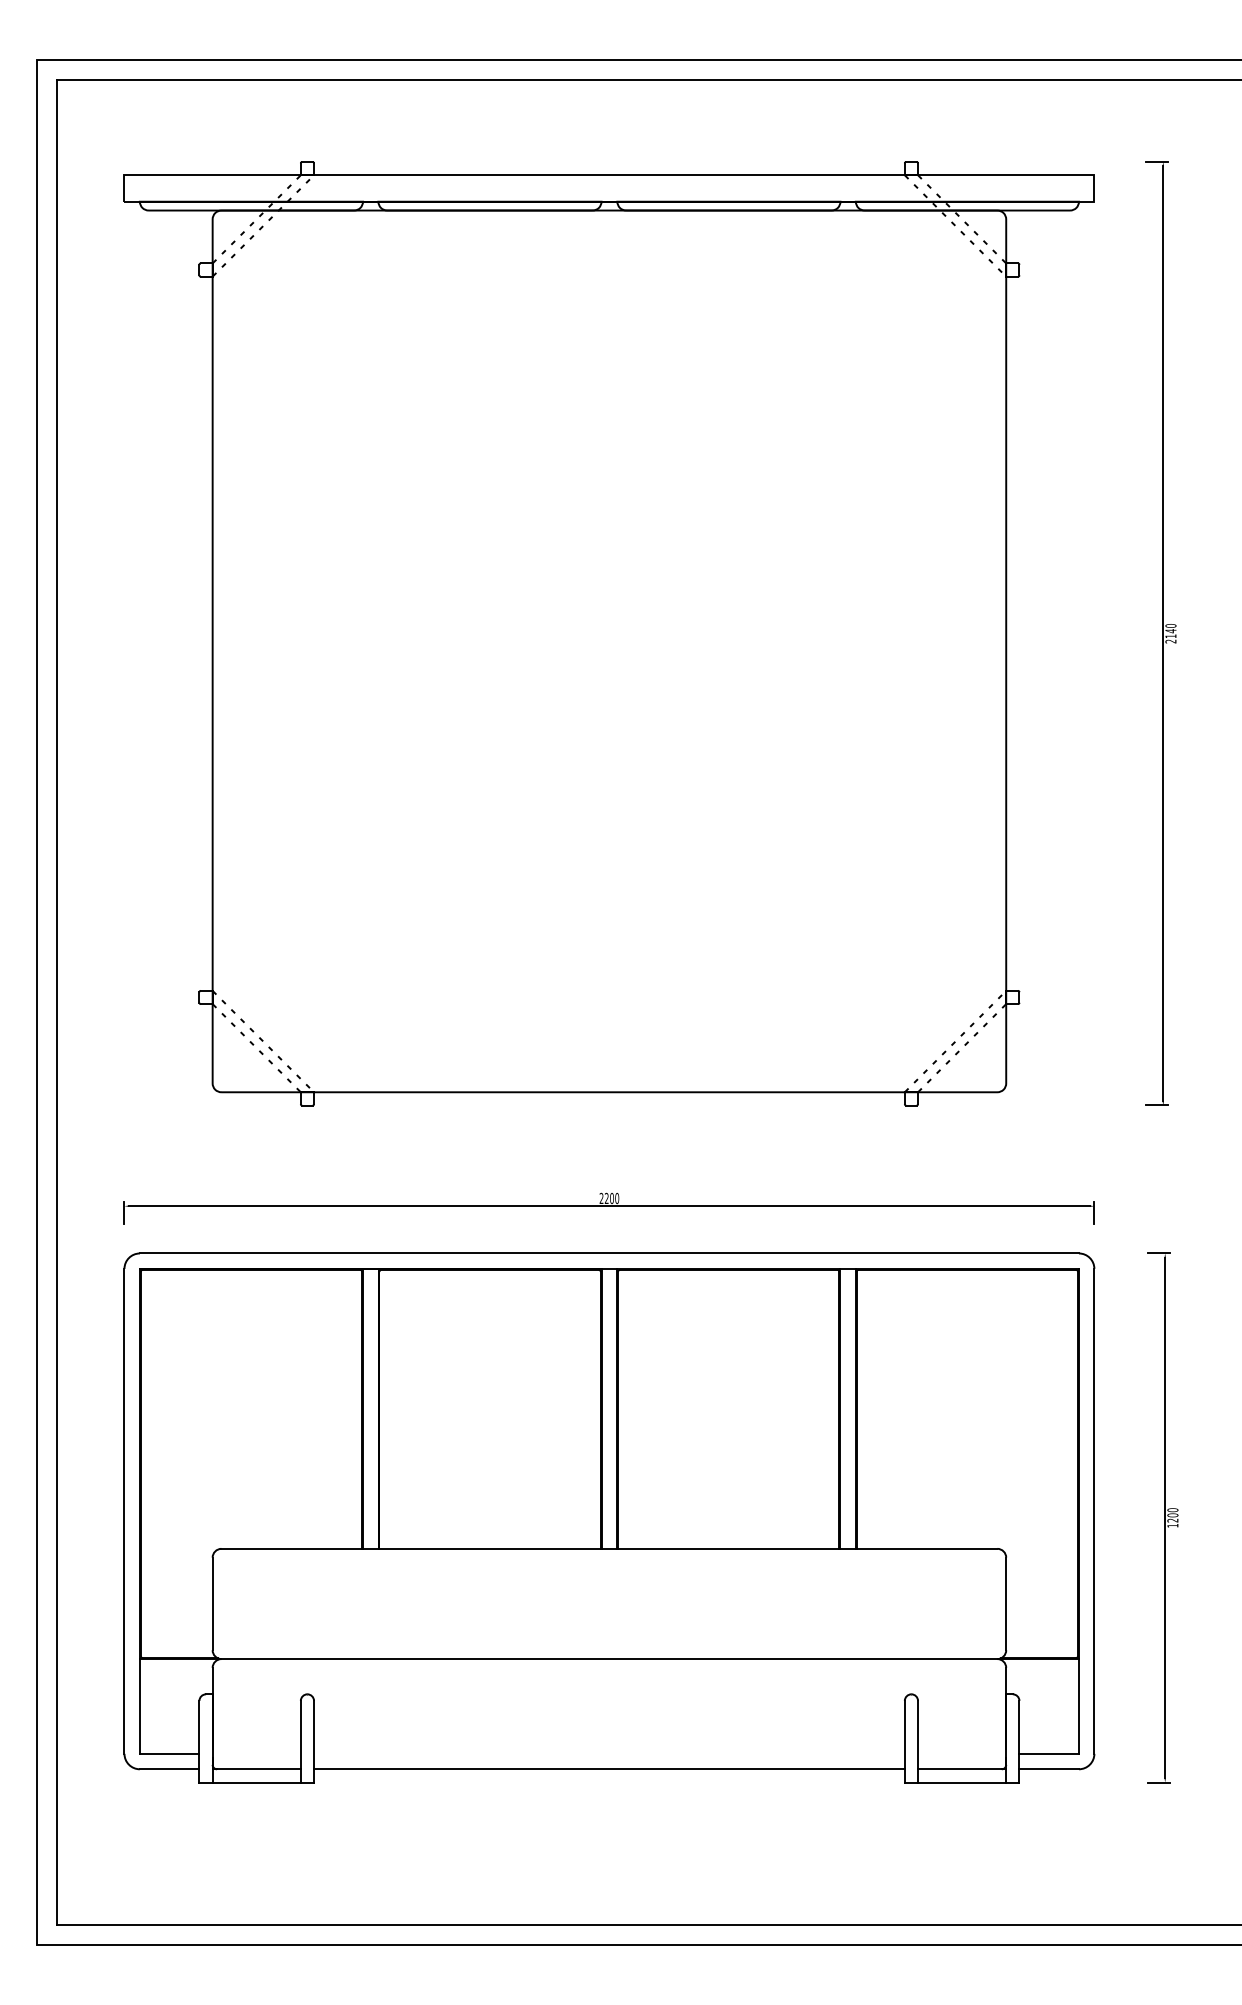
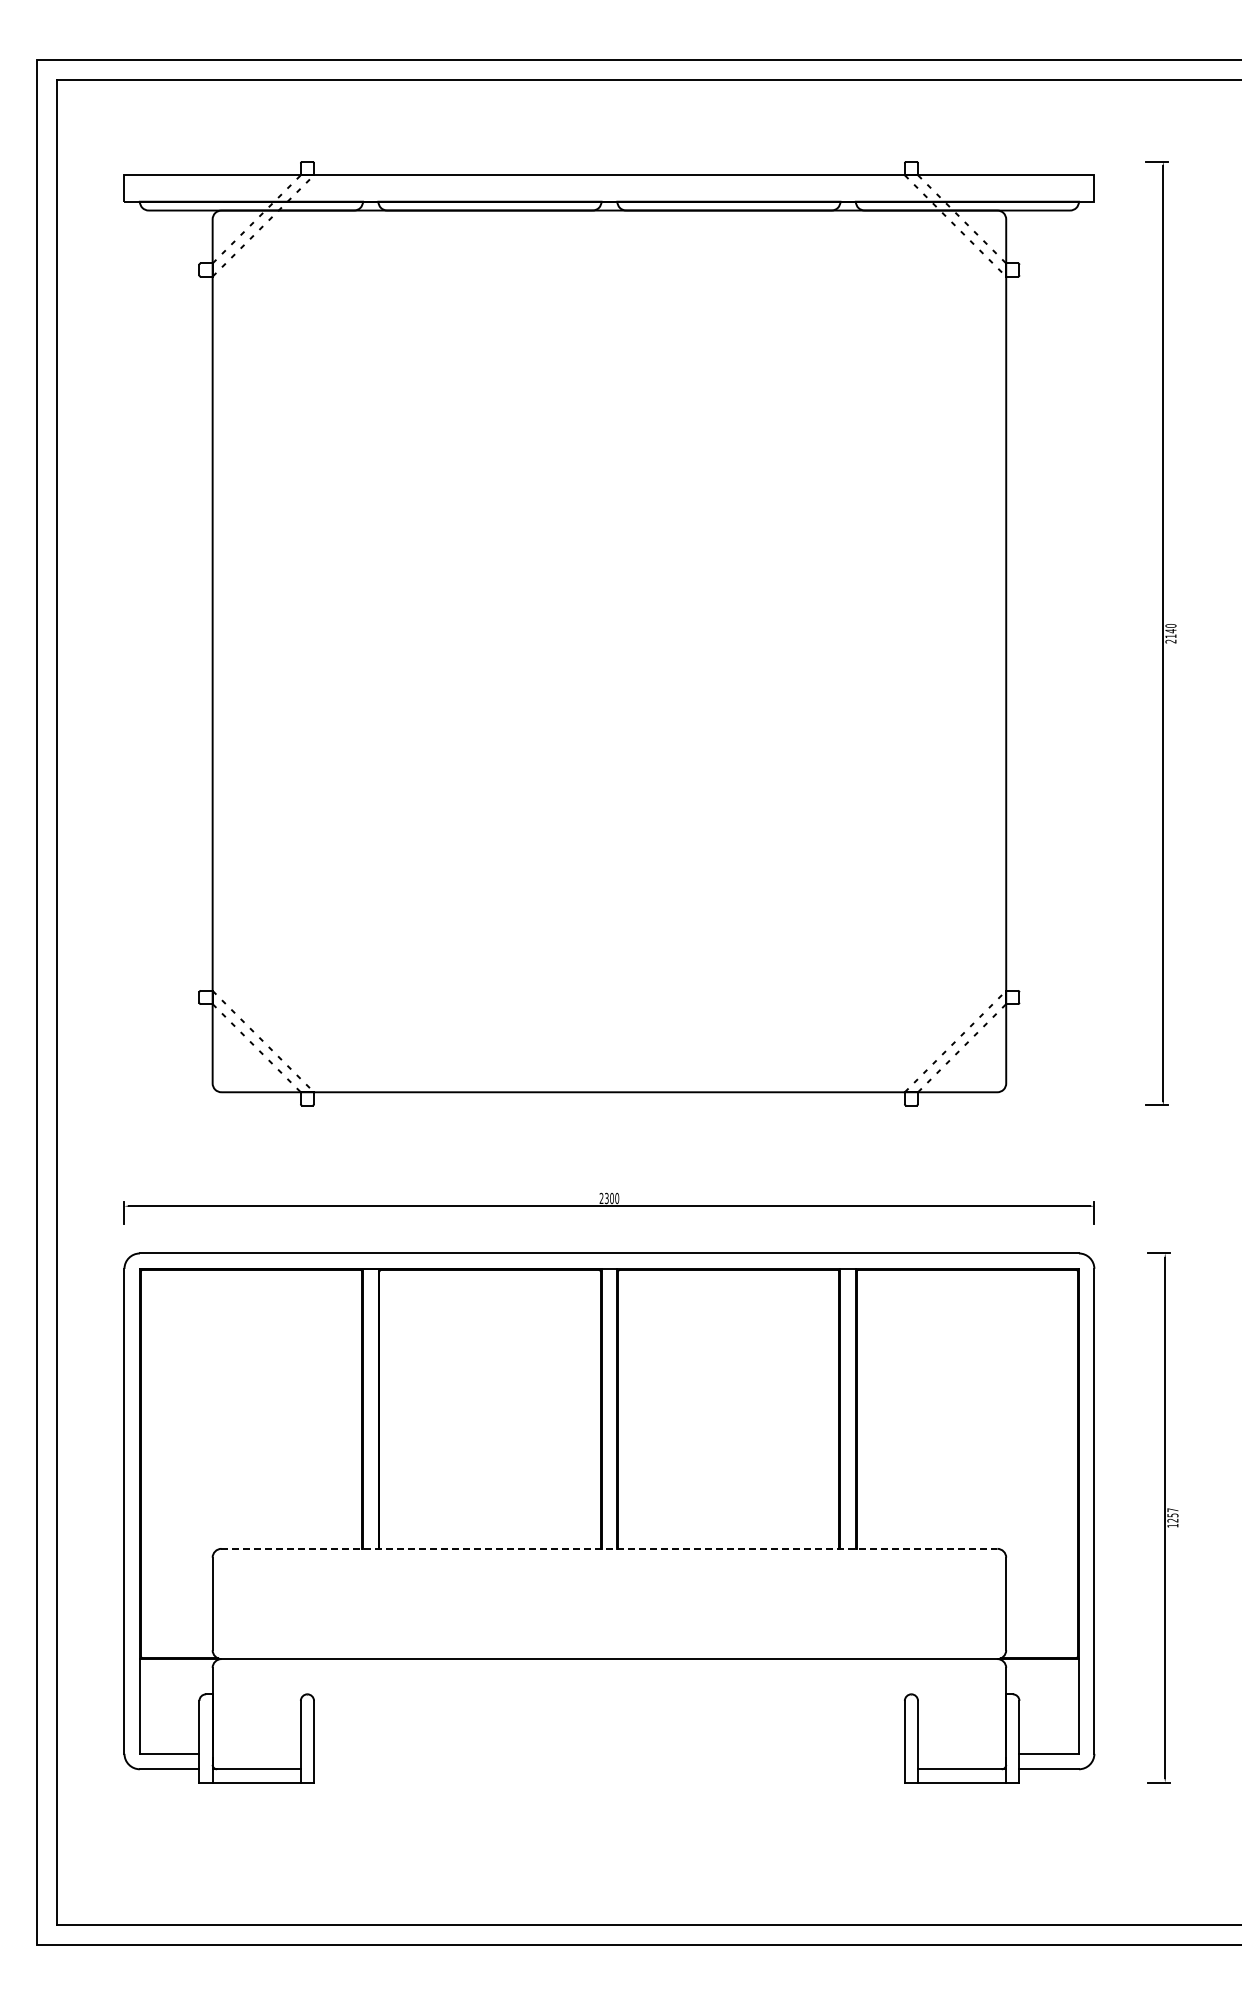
text at (606, 1199): 2200 -> 2300
text at (1172, 1512): 1200 -> 1257
line at (609, 1548): solid -> dashed
line at (609, 1769): present -> none
